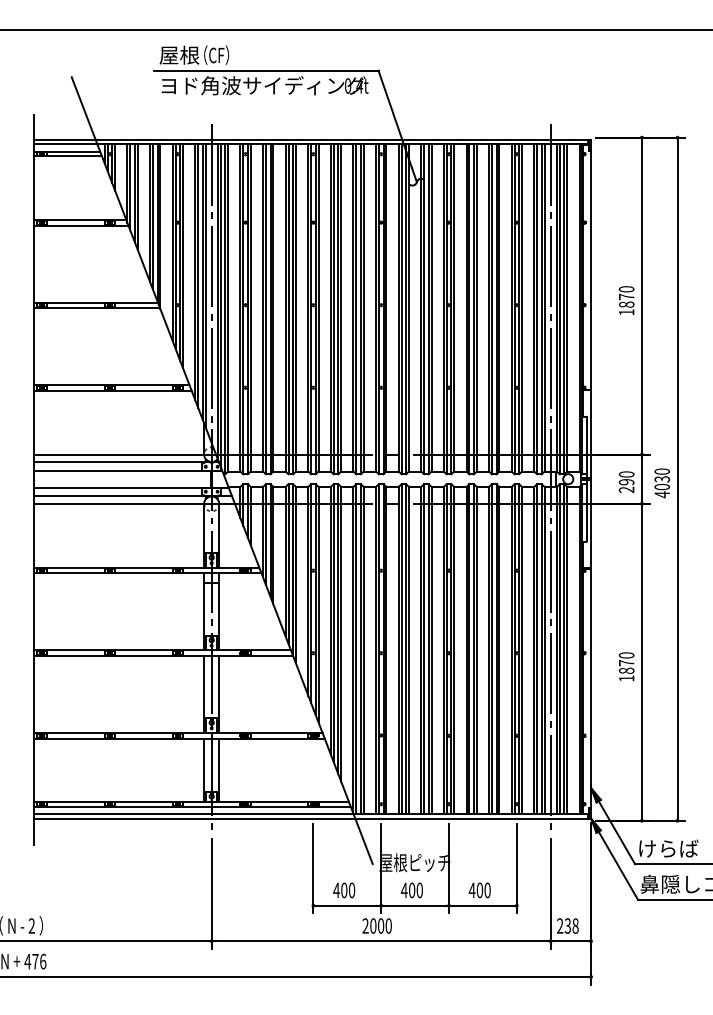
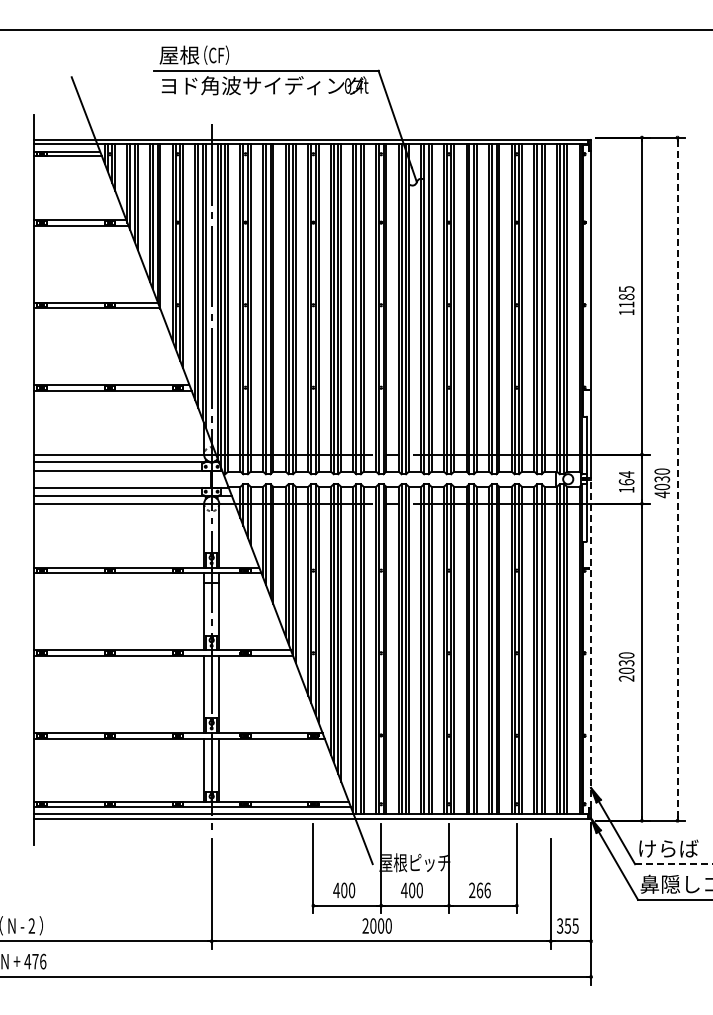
text at (626, 296): 1870 -> 1185
line at (677, 478): solid -> dashed
line at (550, 479): present -> none
text at (626, 482): 290 -> 164
line at (591, 643): solid -> dashed
text at (626, 670): 1870 -> 2030
line at (674, 864): solid -> dashed
text at (479, 890): 400 -> 266
text at (567, 925): 238 -> 355
